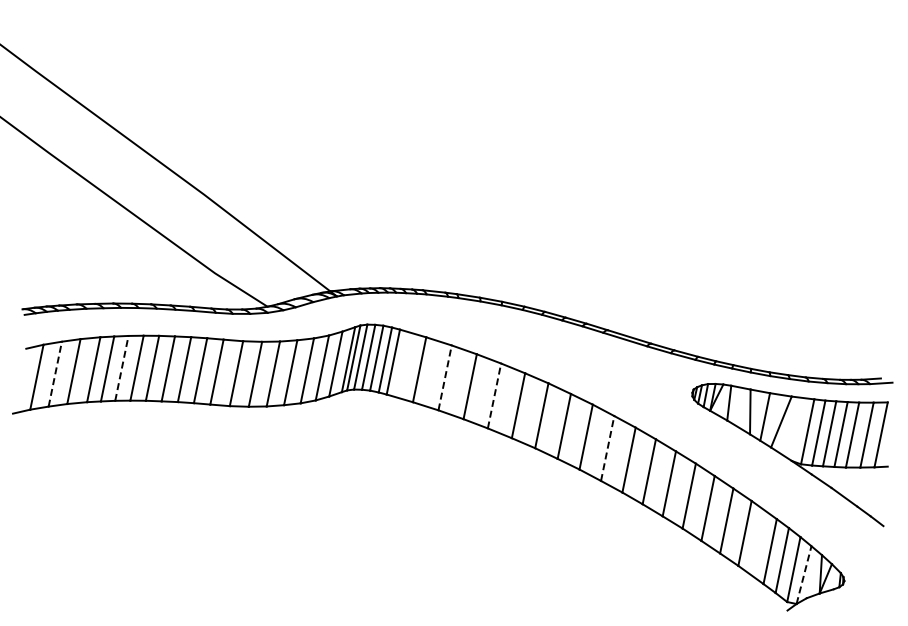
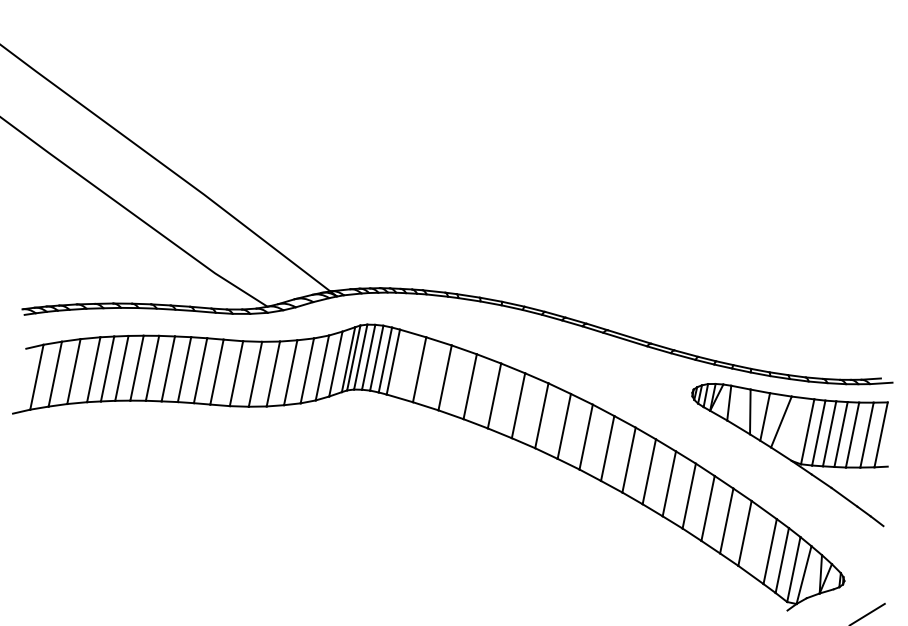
line at (122, 367): dashed -> solid
line at (55, 373): dashed -> solid
line at (445, 377): dashed -> solid
line at (494, 395): dashed -> solid
line at (607, 448): dashed -> solid
line at (804, 575): dashed -> solid
line at (868, 612): none -> present
